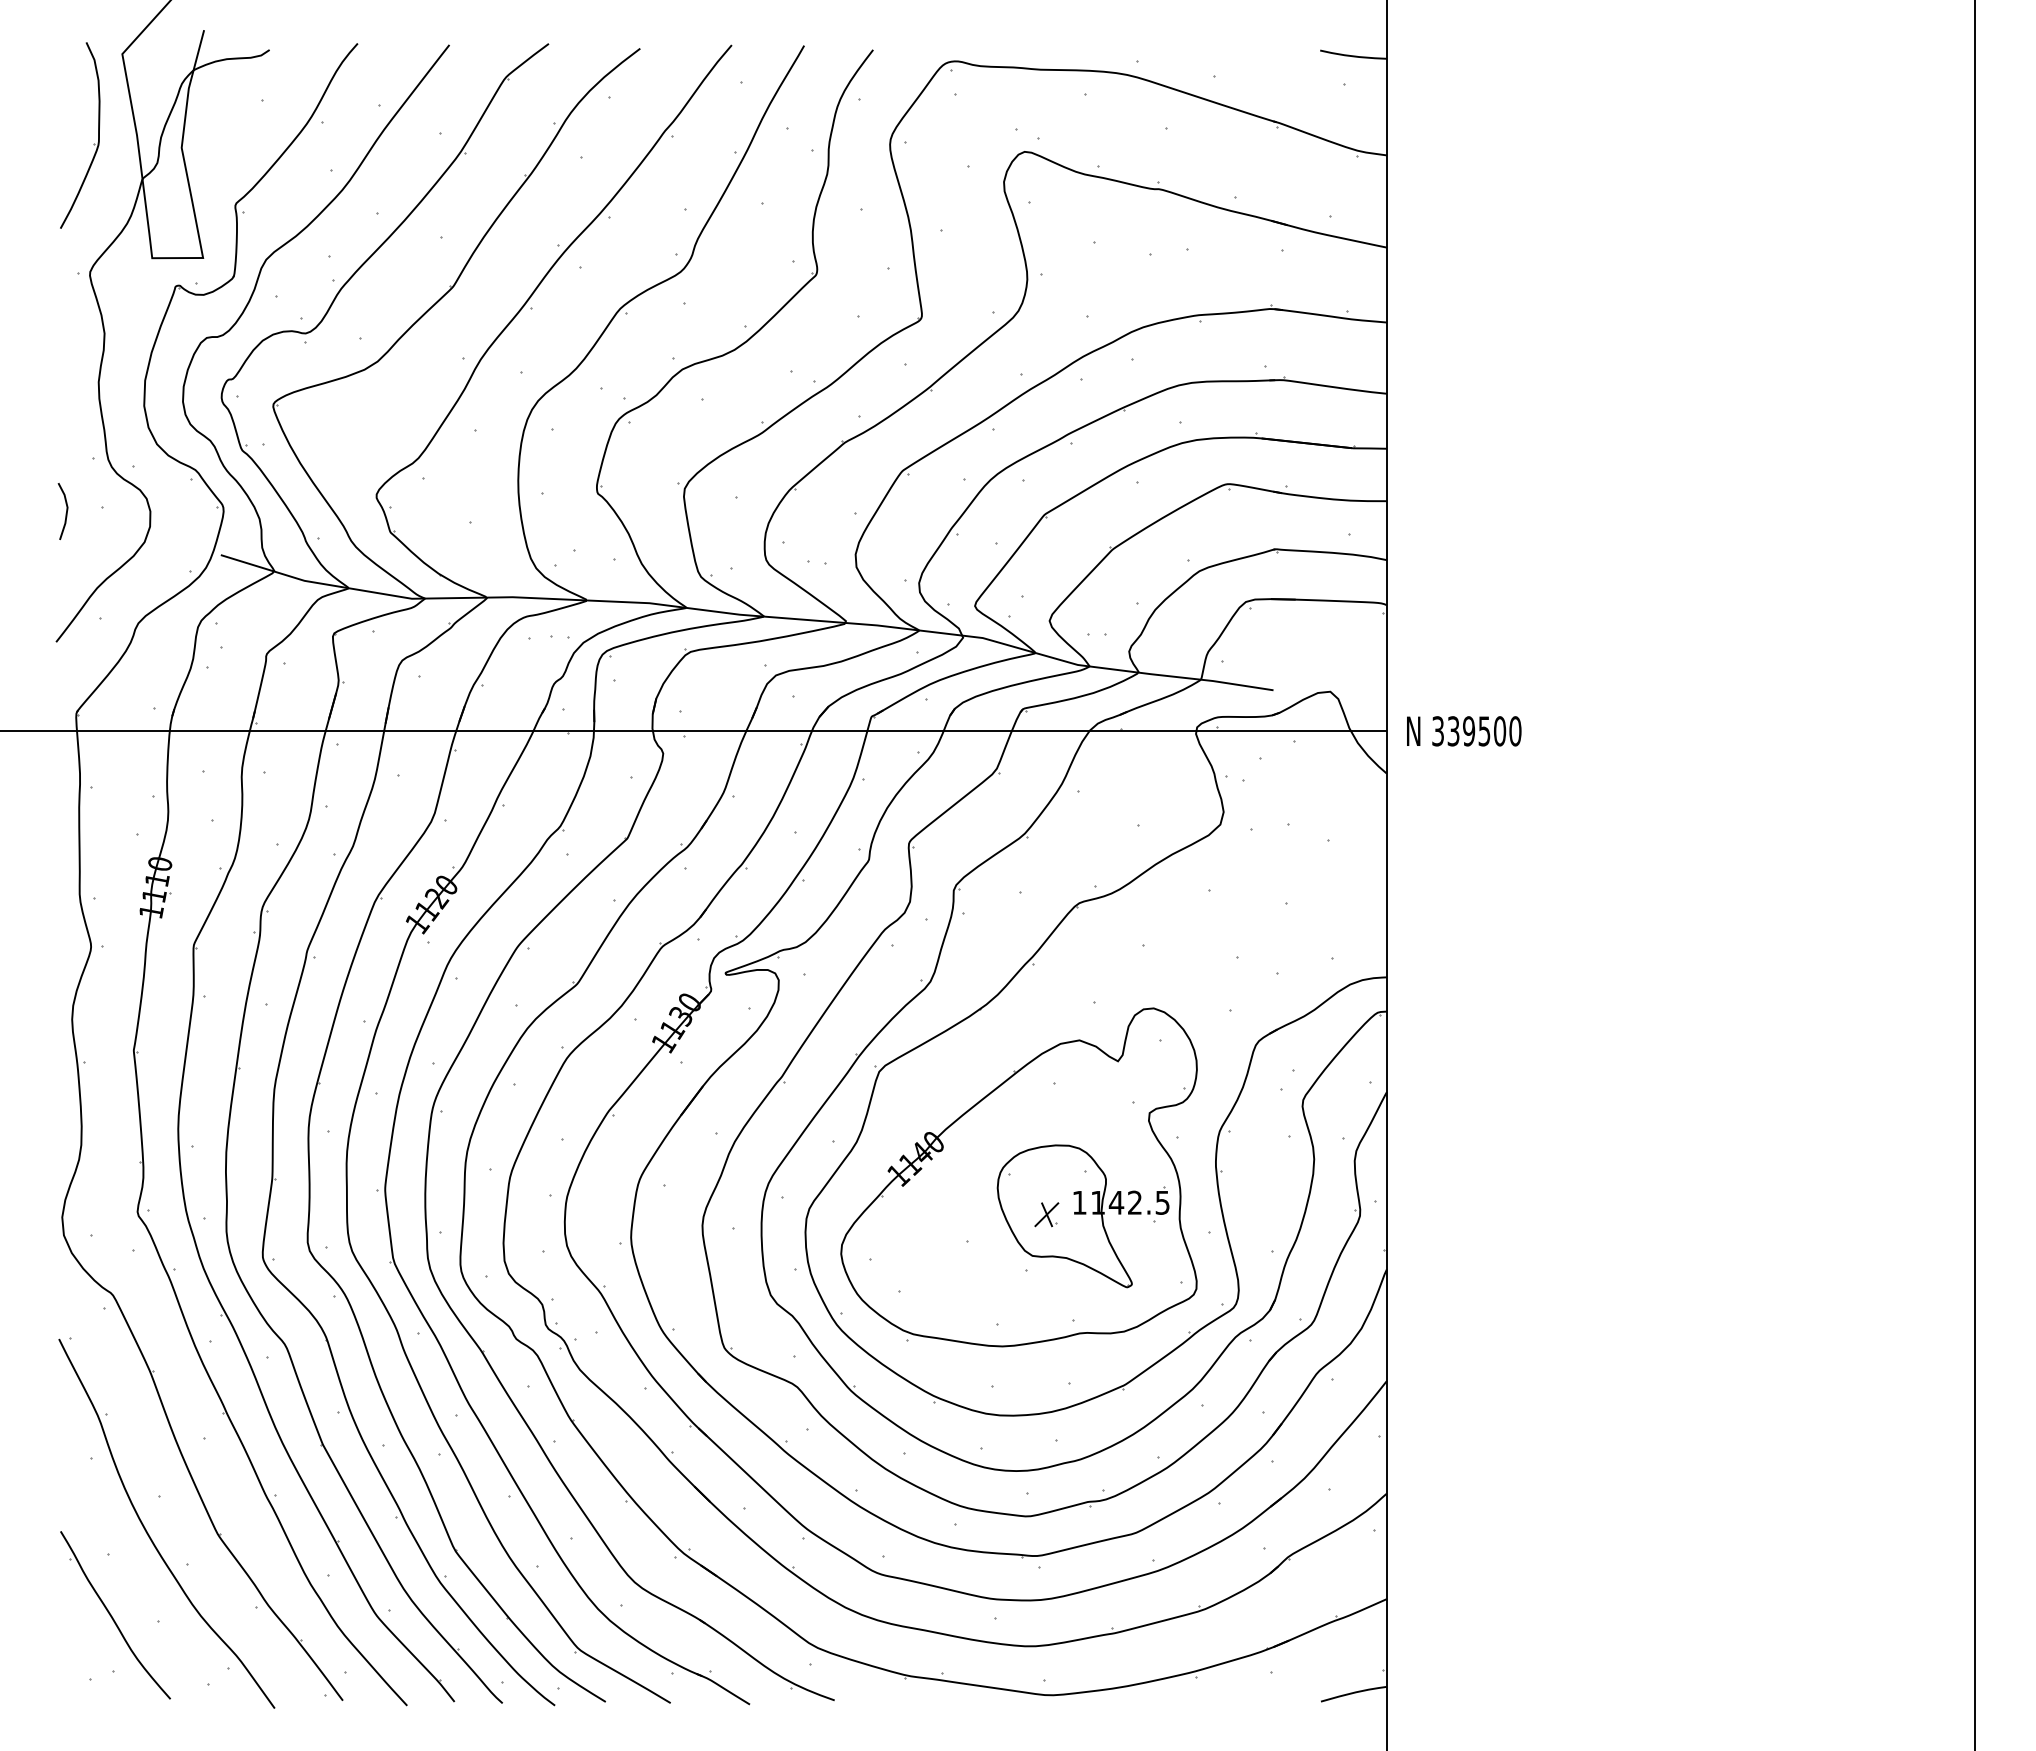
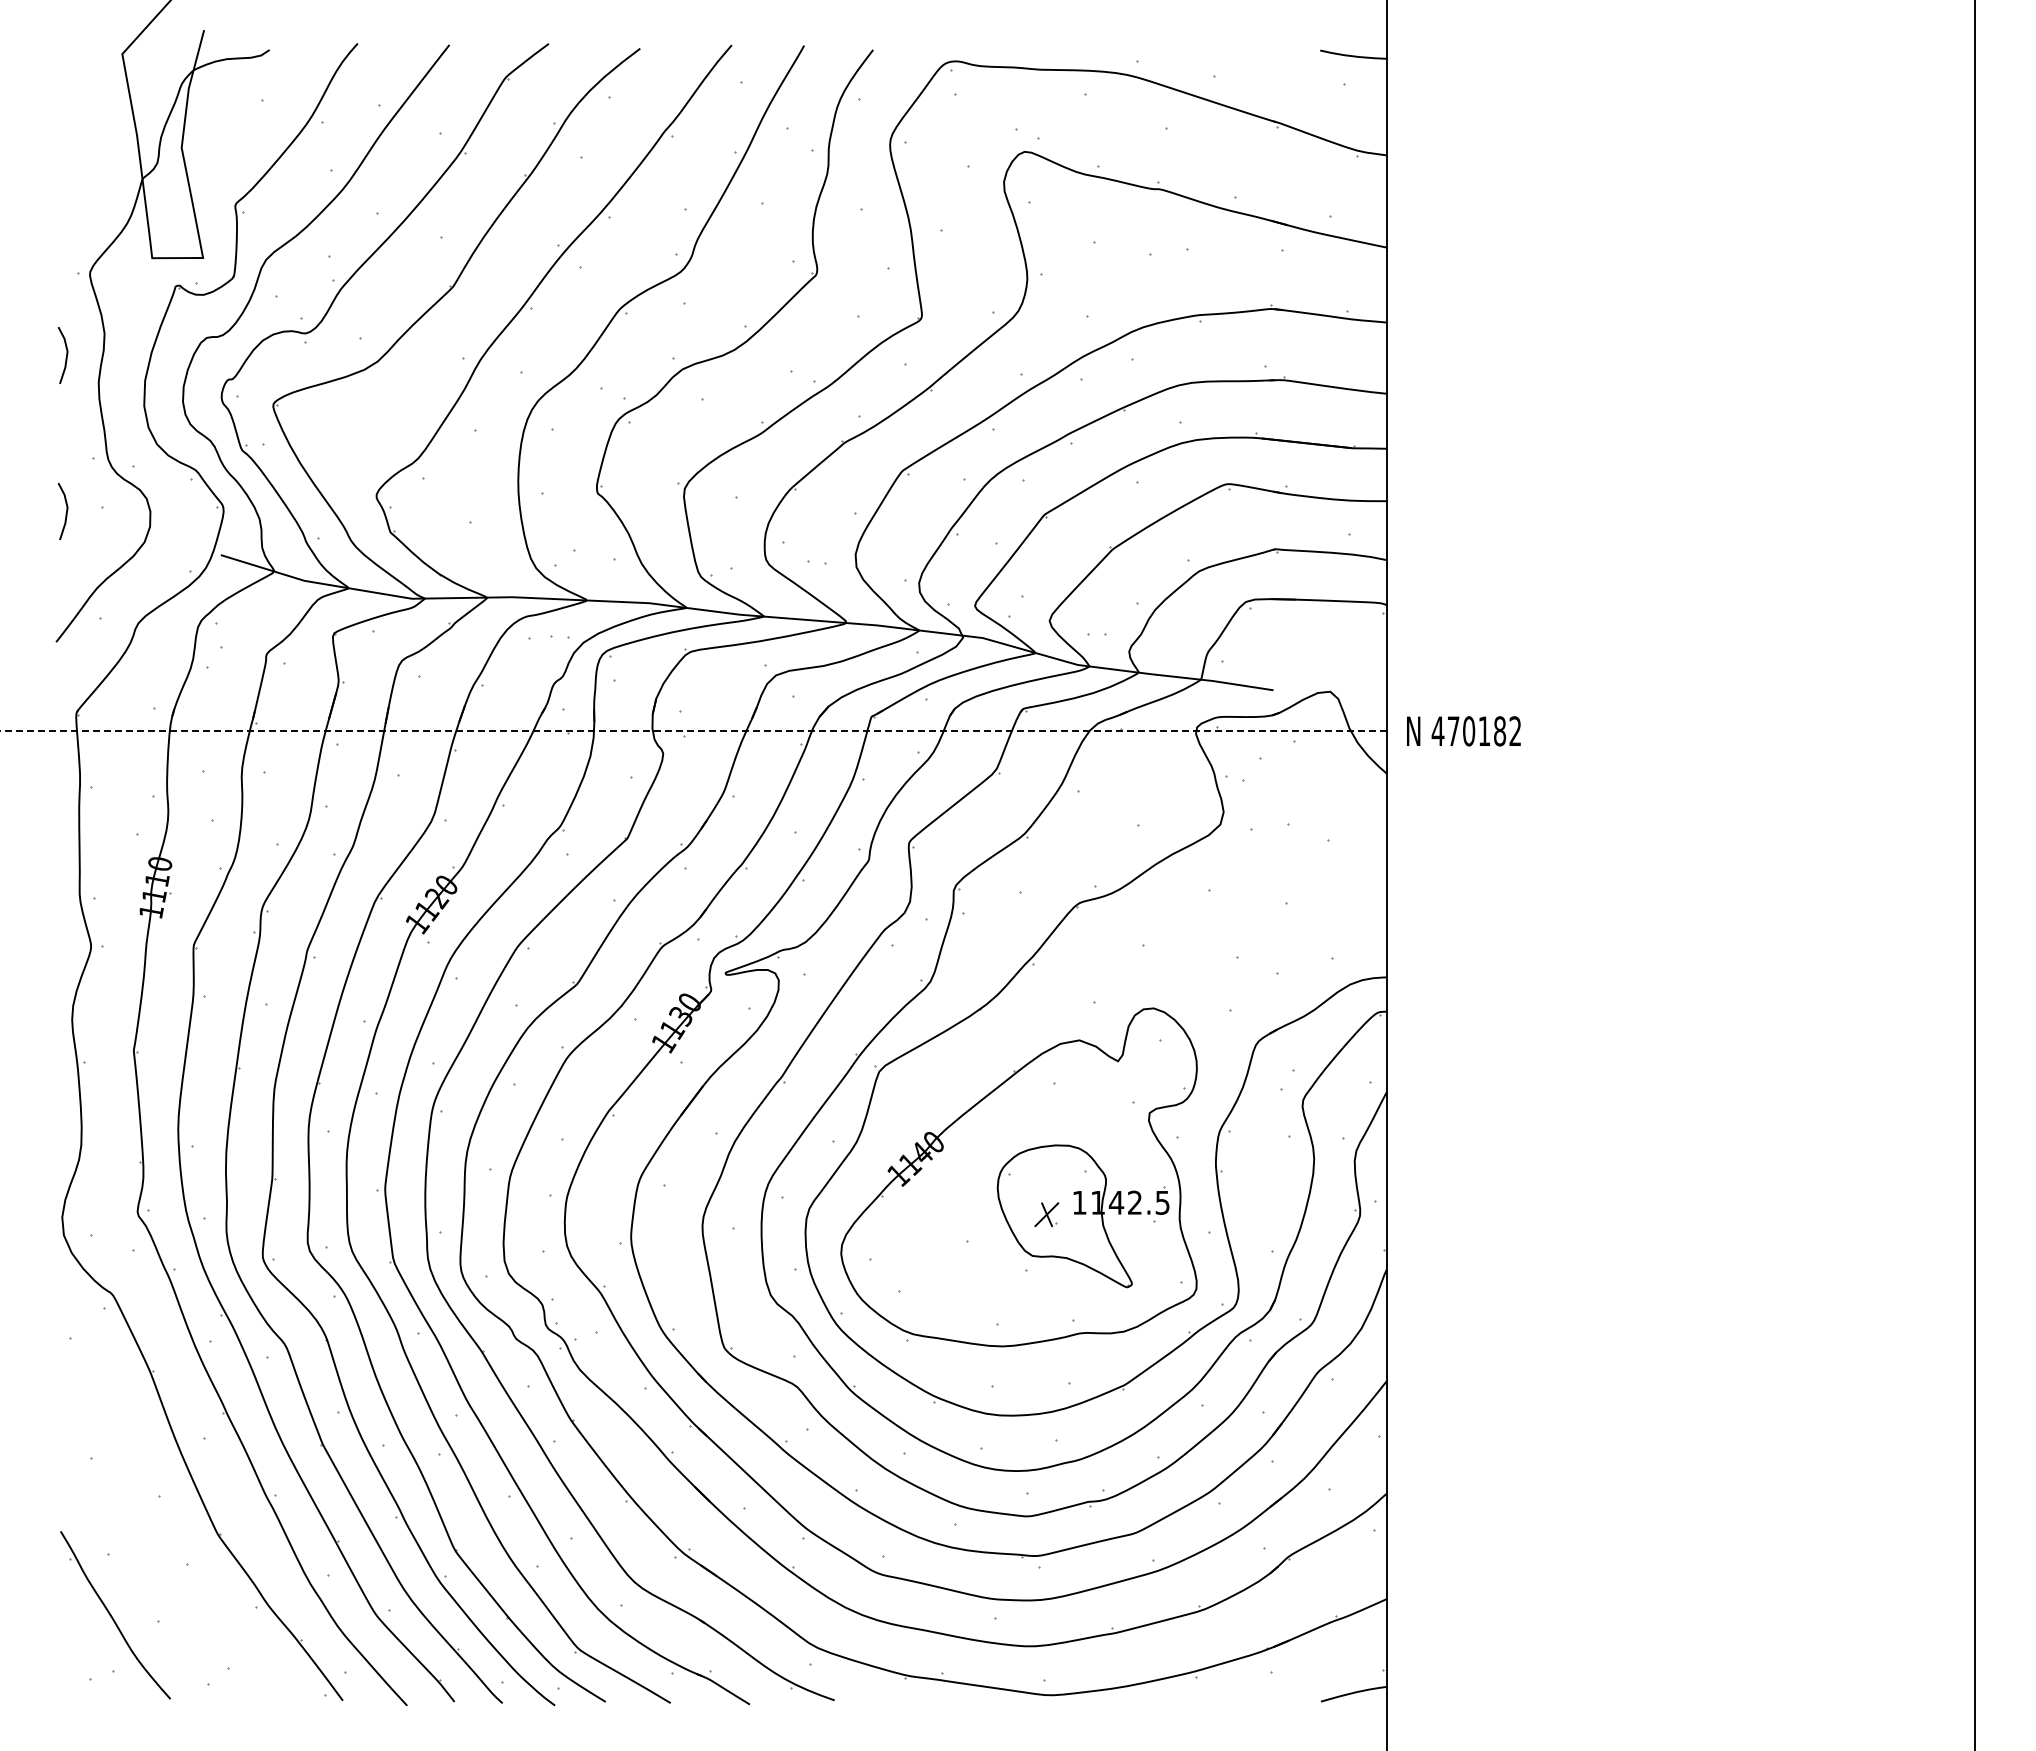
part at (93, 144): present -> none
line at (65, 357): none -> present
line at (693, 731): solid -> dashed
text at (1476, 731): 339500 -> 470182
part at (149, 1534): present -> none
